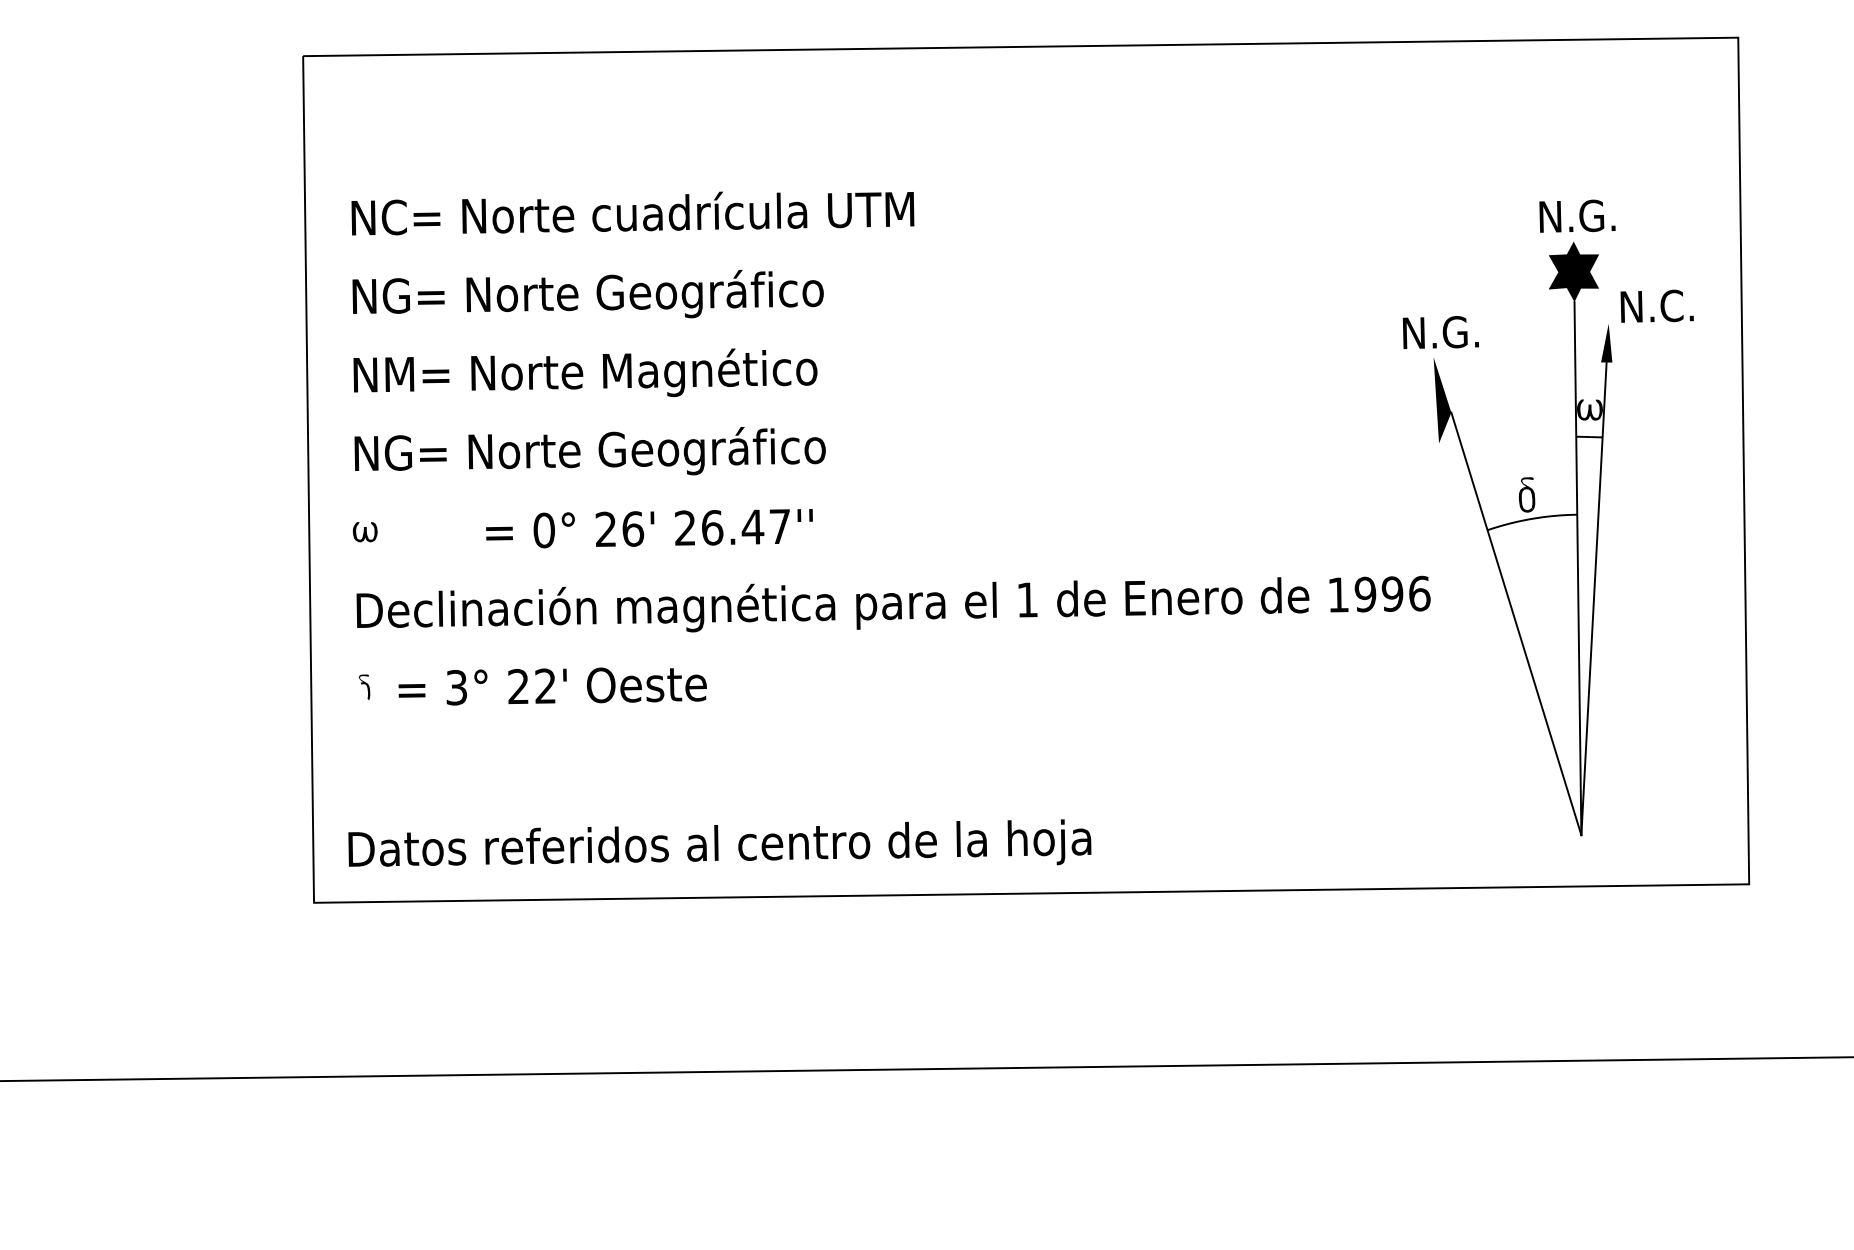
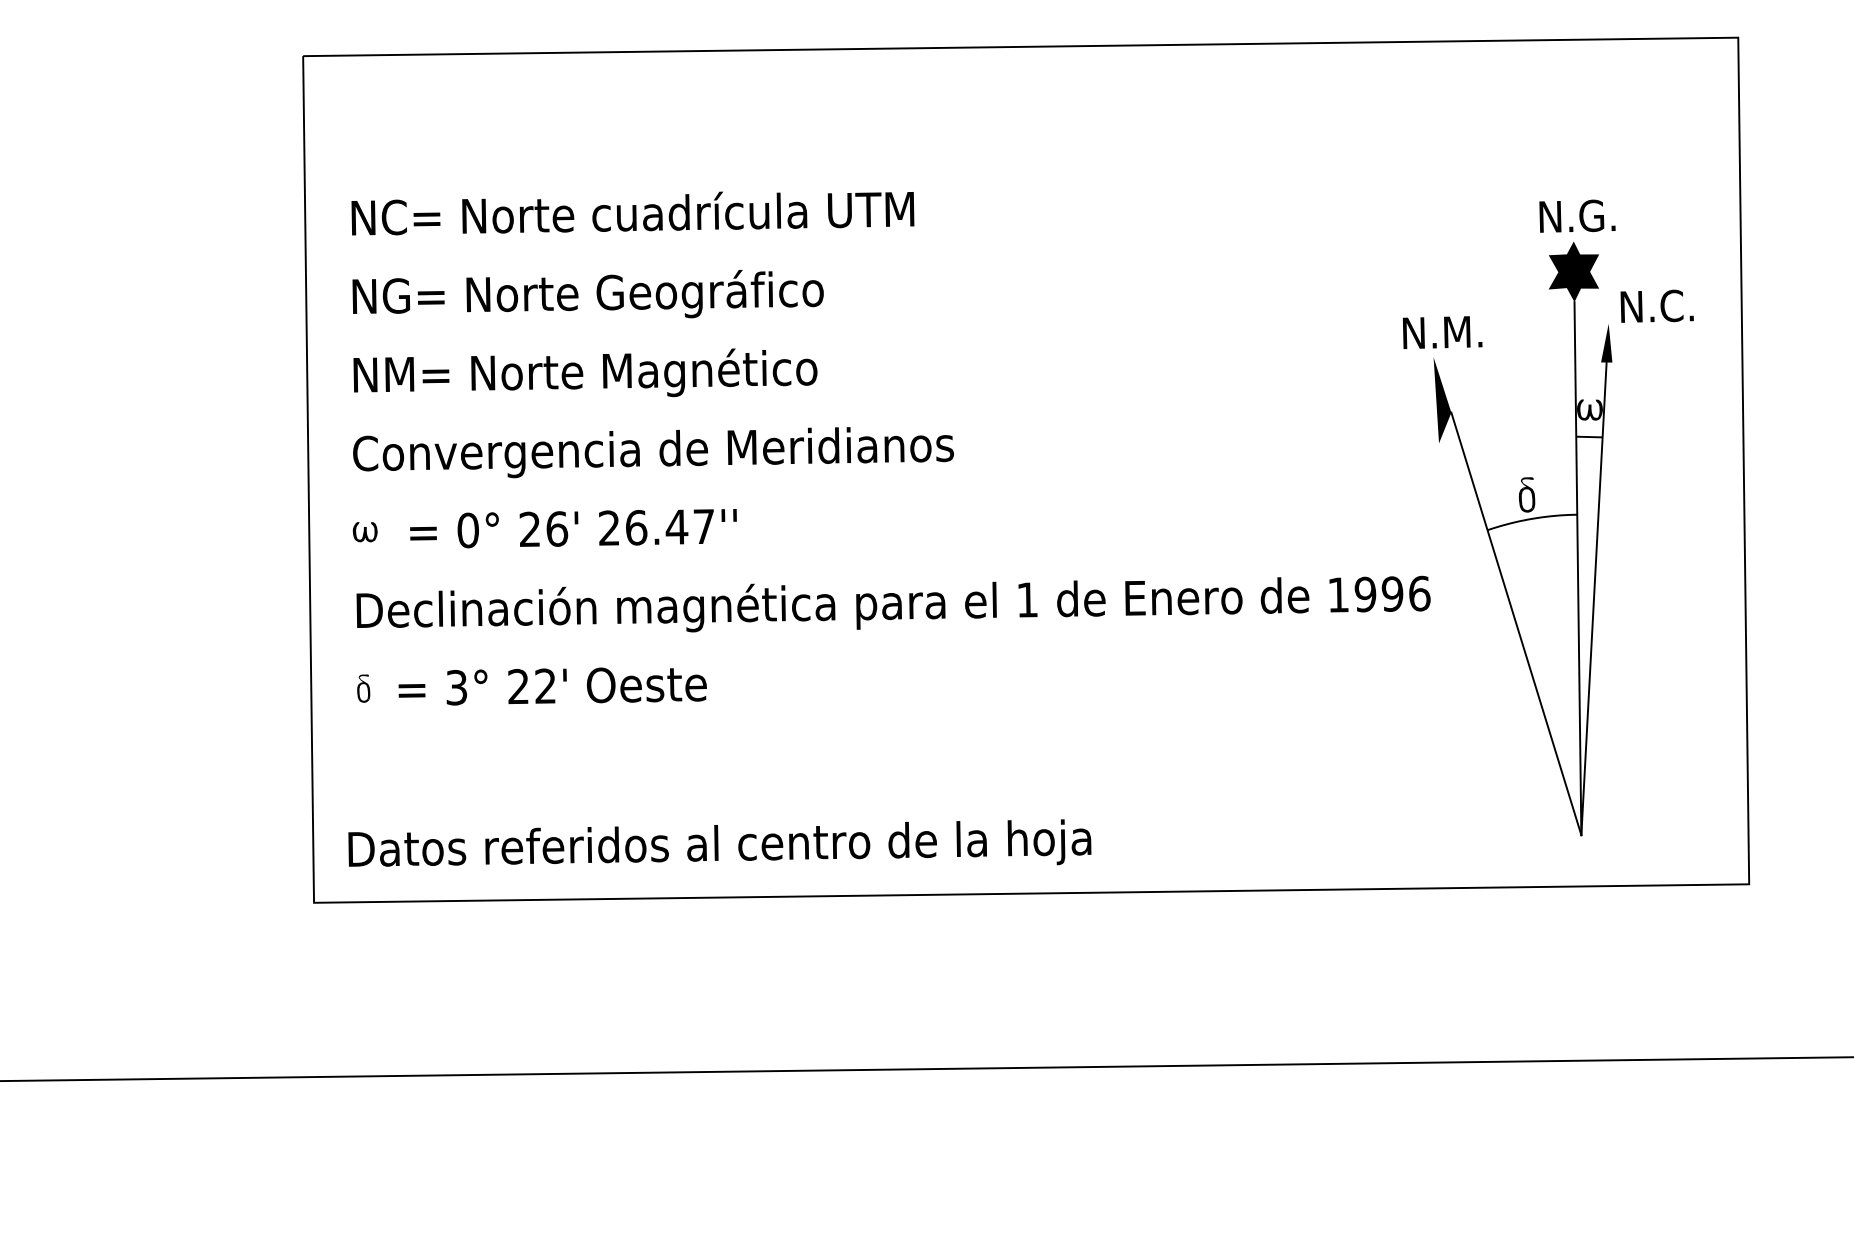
text at (1462, 332): N.G. -> N.M.
text at (653, 452): NG= Norte Geográfico -> Convergencia de Meridianos
text at (649, 528) position: (649, 528) -> (573, 528)
fill at (363, 692): none -> present
